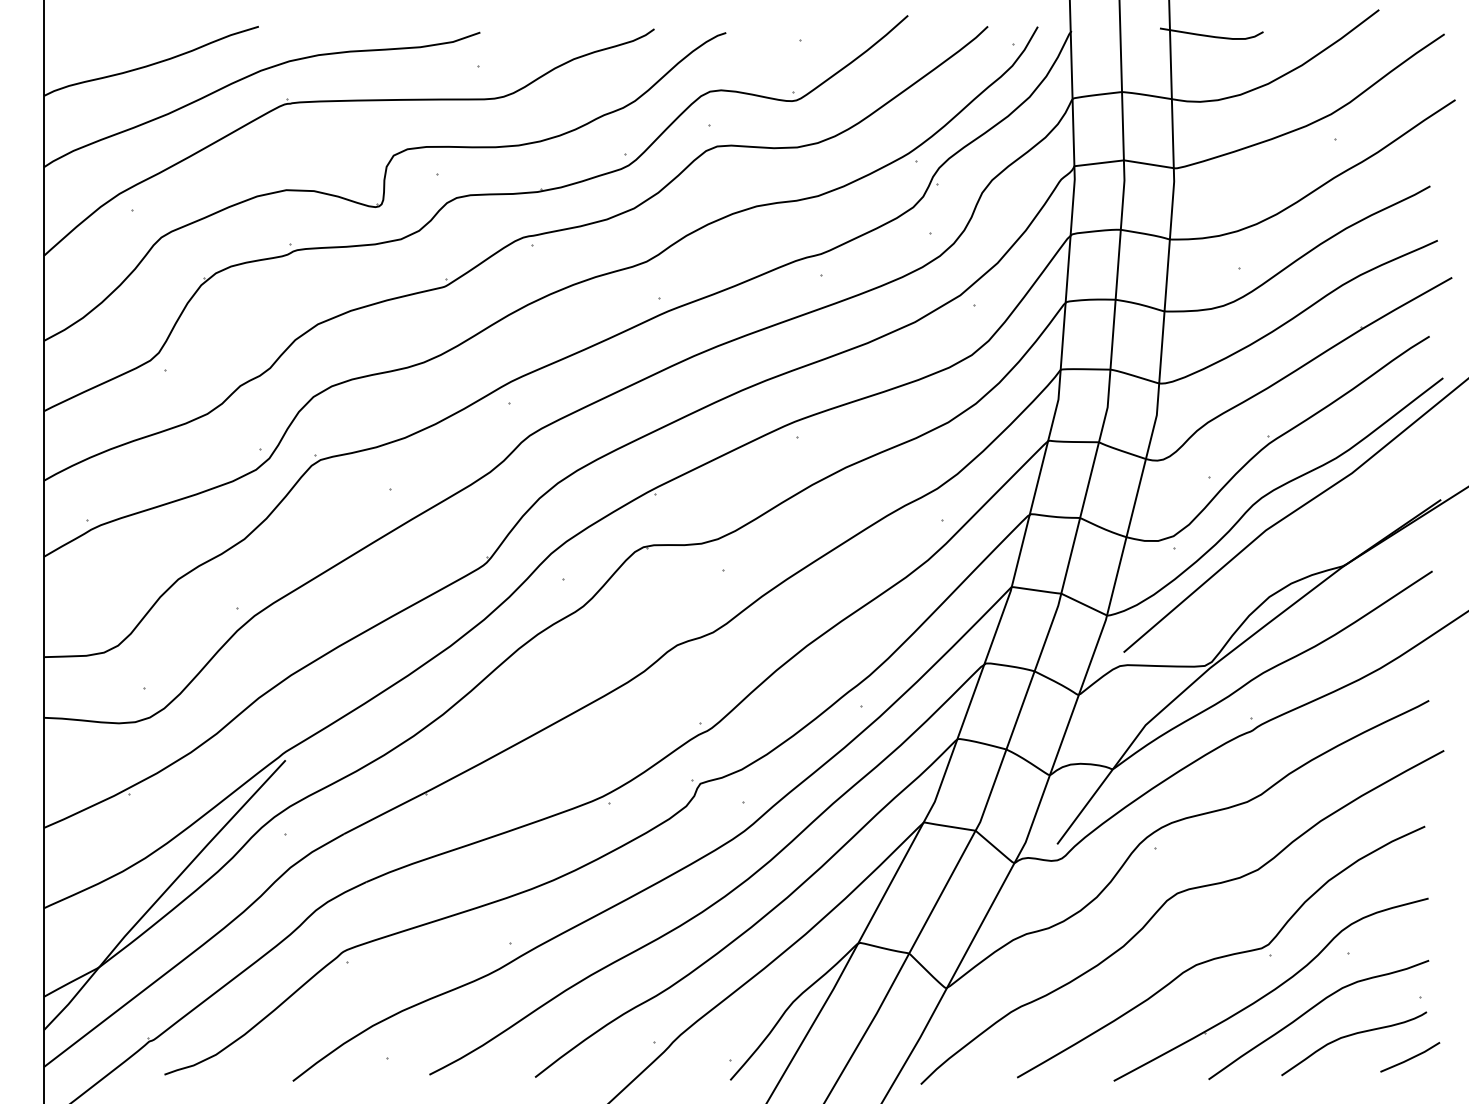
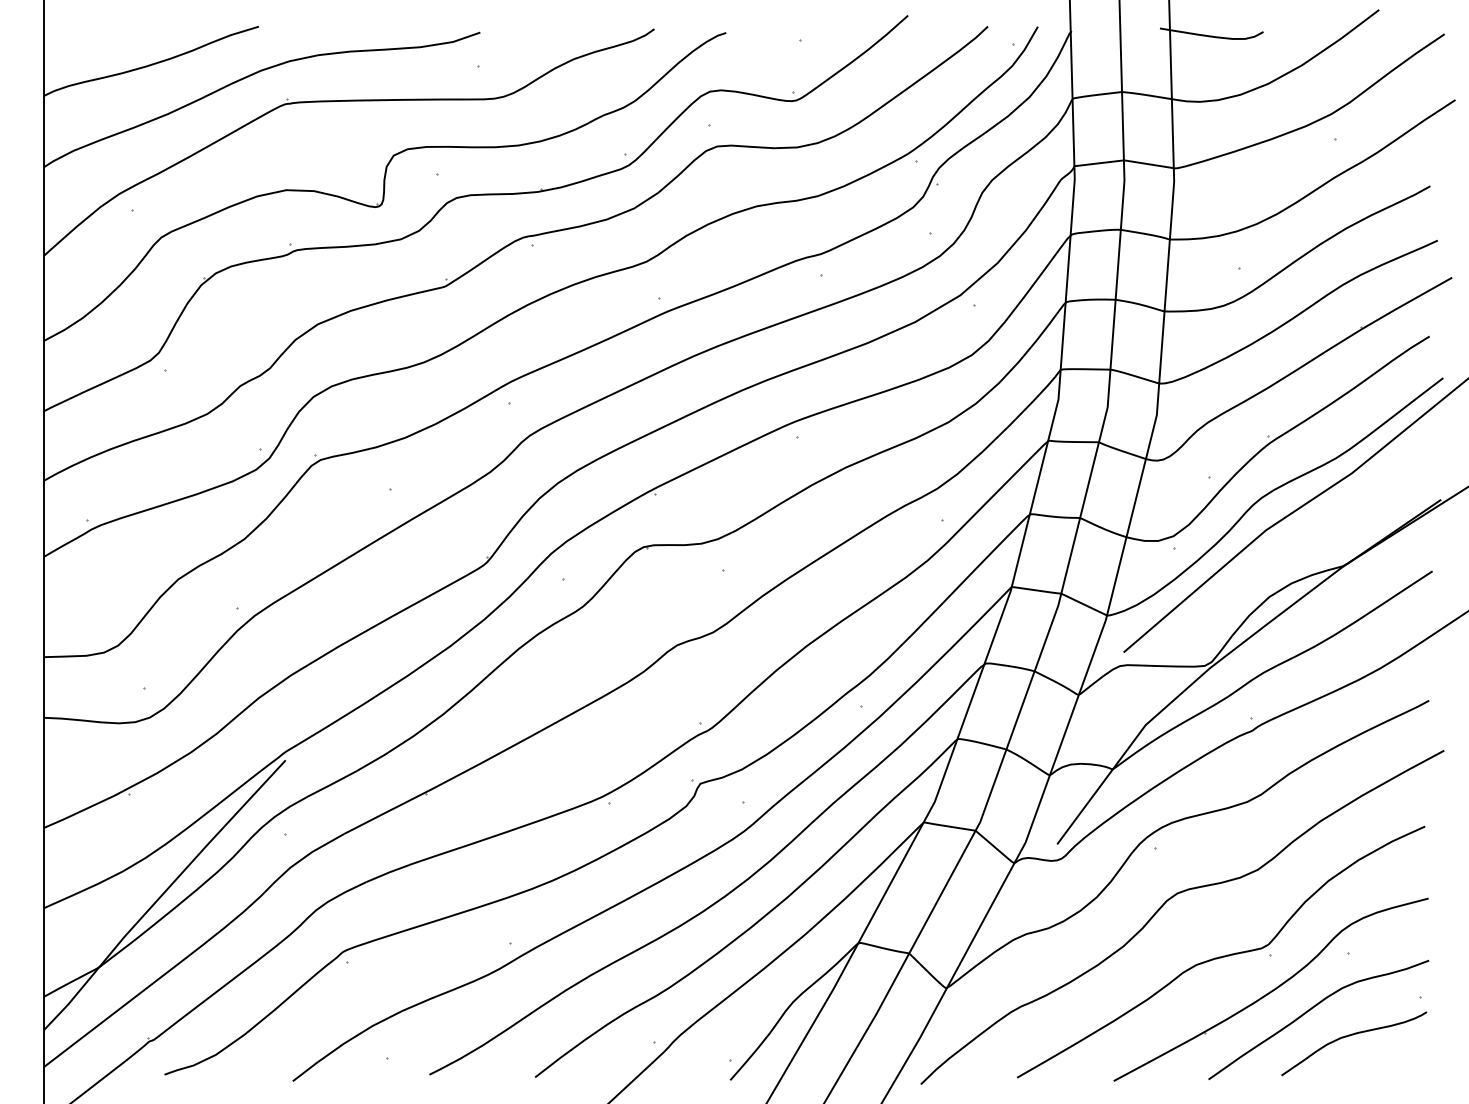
line at (1410, 1057): present -> none
